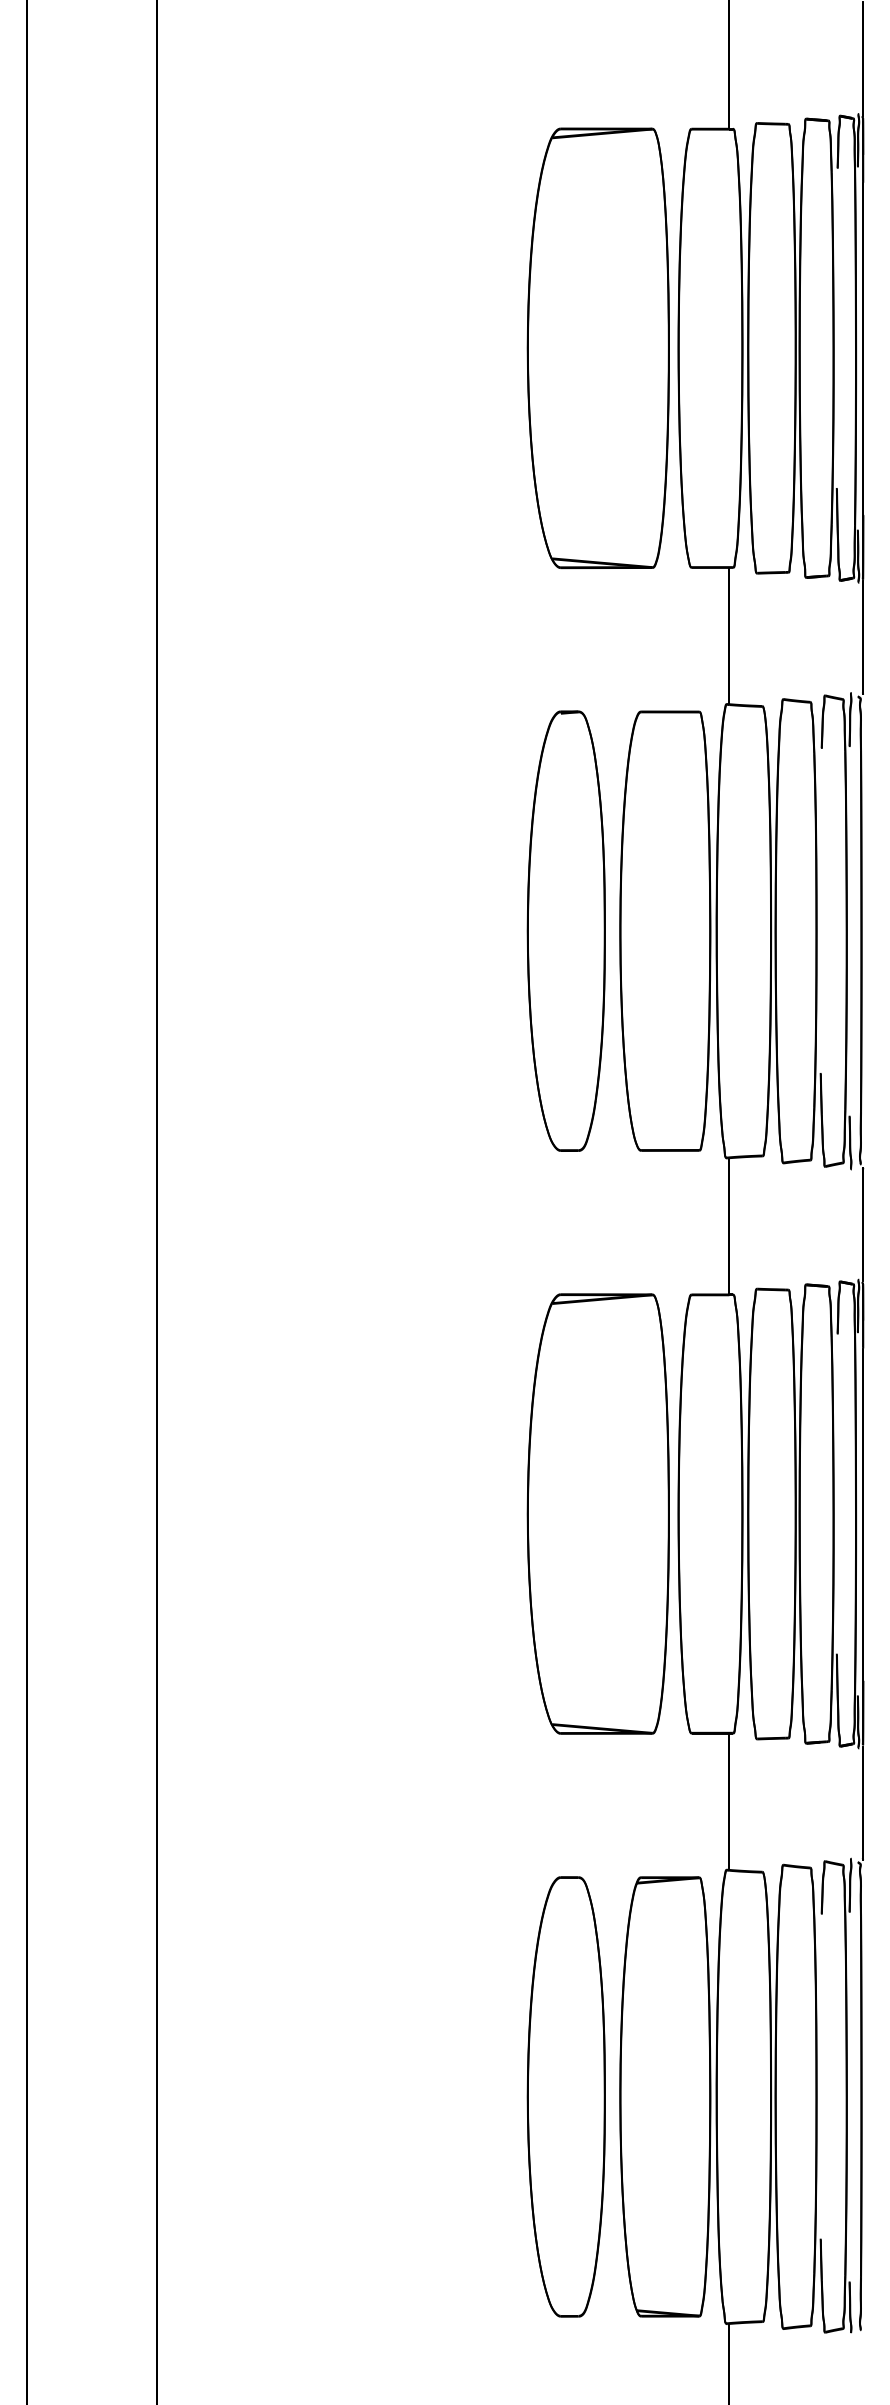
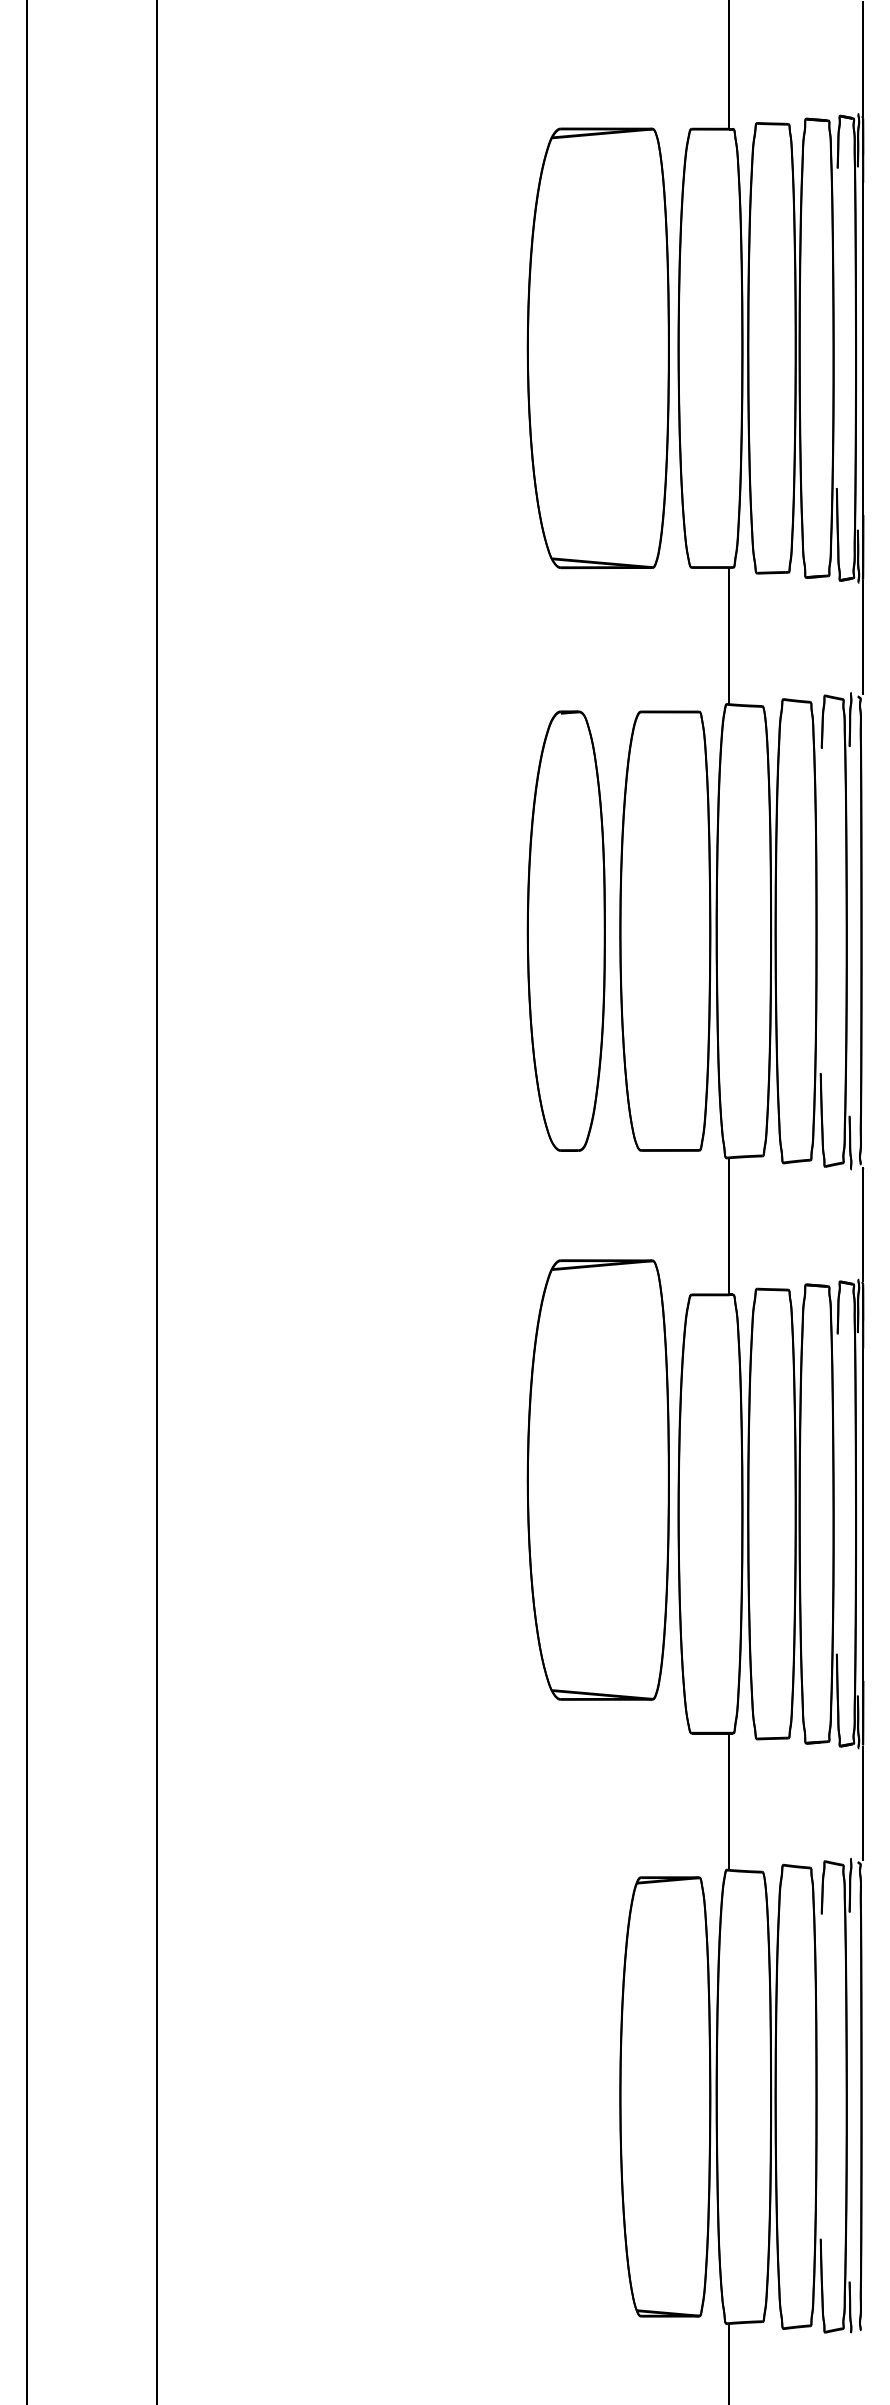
part at (597, 1513) position: (597, 1513) -> (597, 1479)
part at (565, 2096): present -> none
